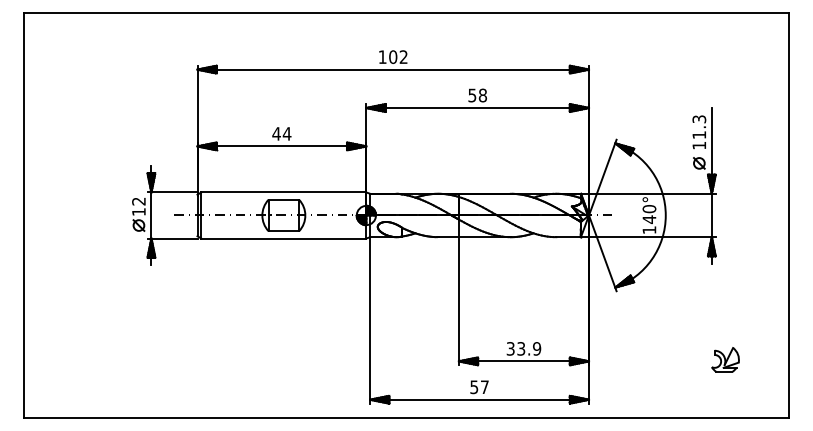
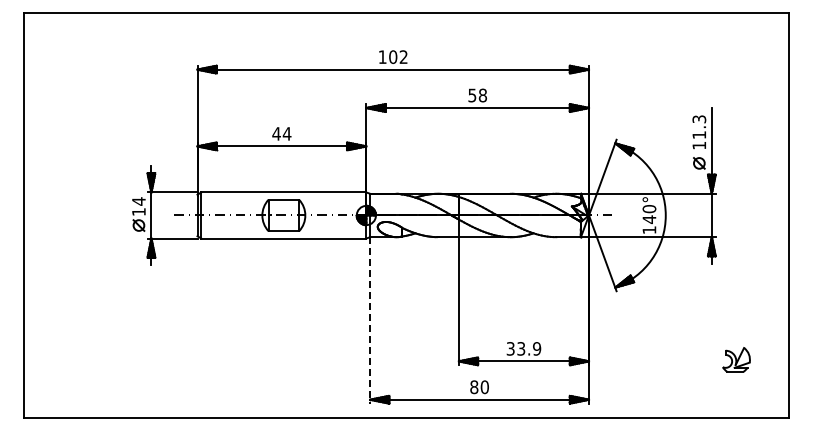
text at (138, 201): 12 -> 14
line at (370, 320): solid -> dashed
part at (725, 359) position: (725, 359) -> (736, 359)
text at (479, 387): 57 -> 80
